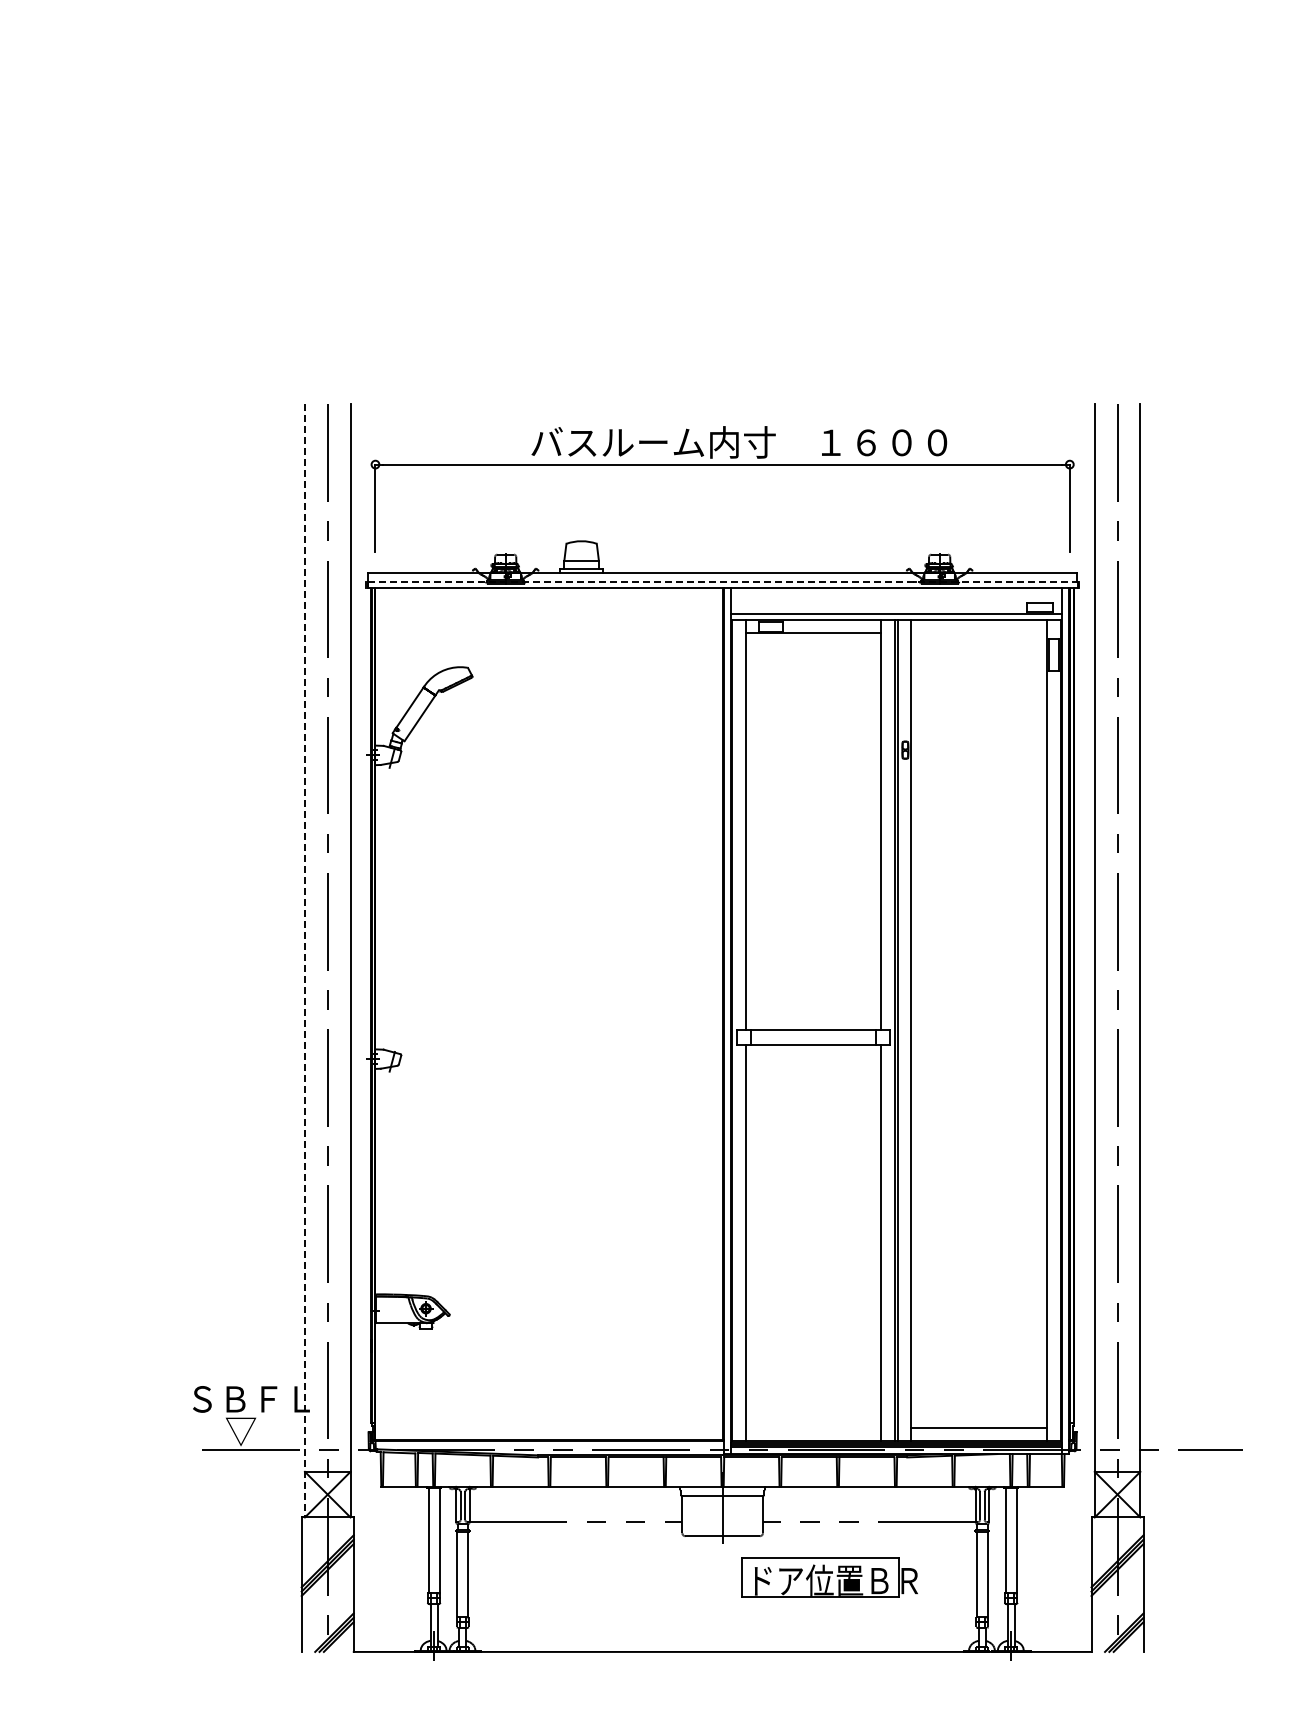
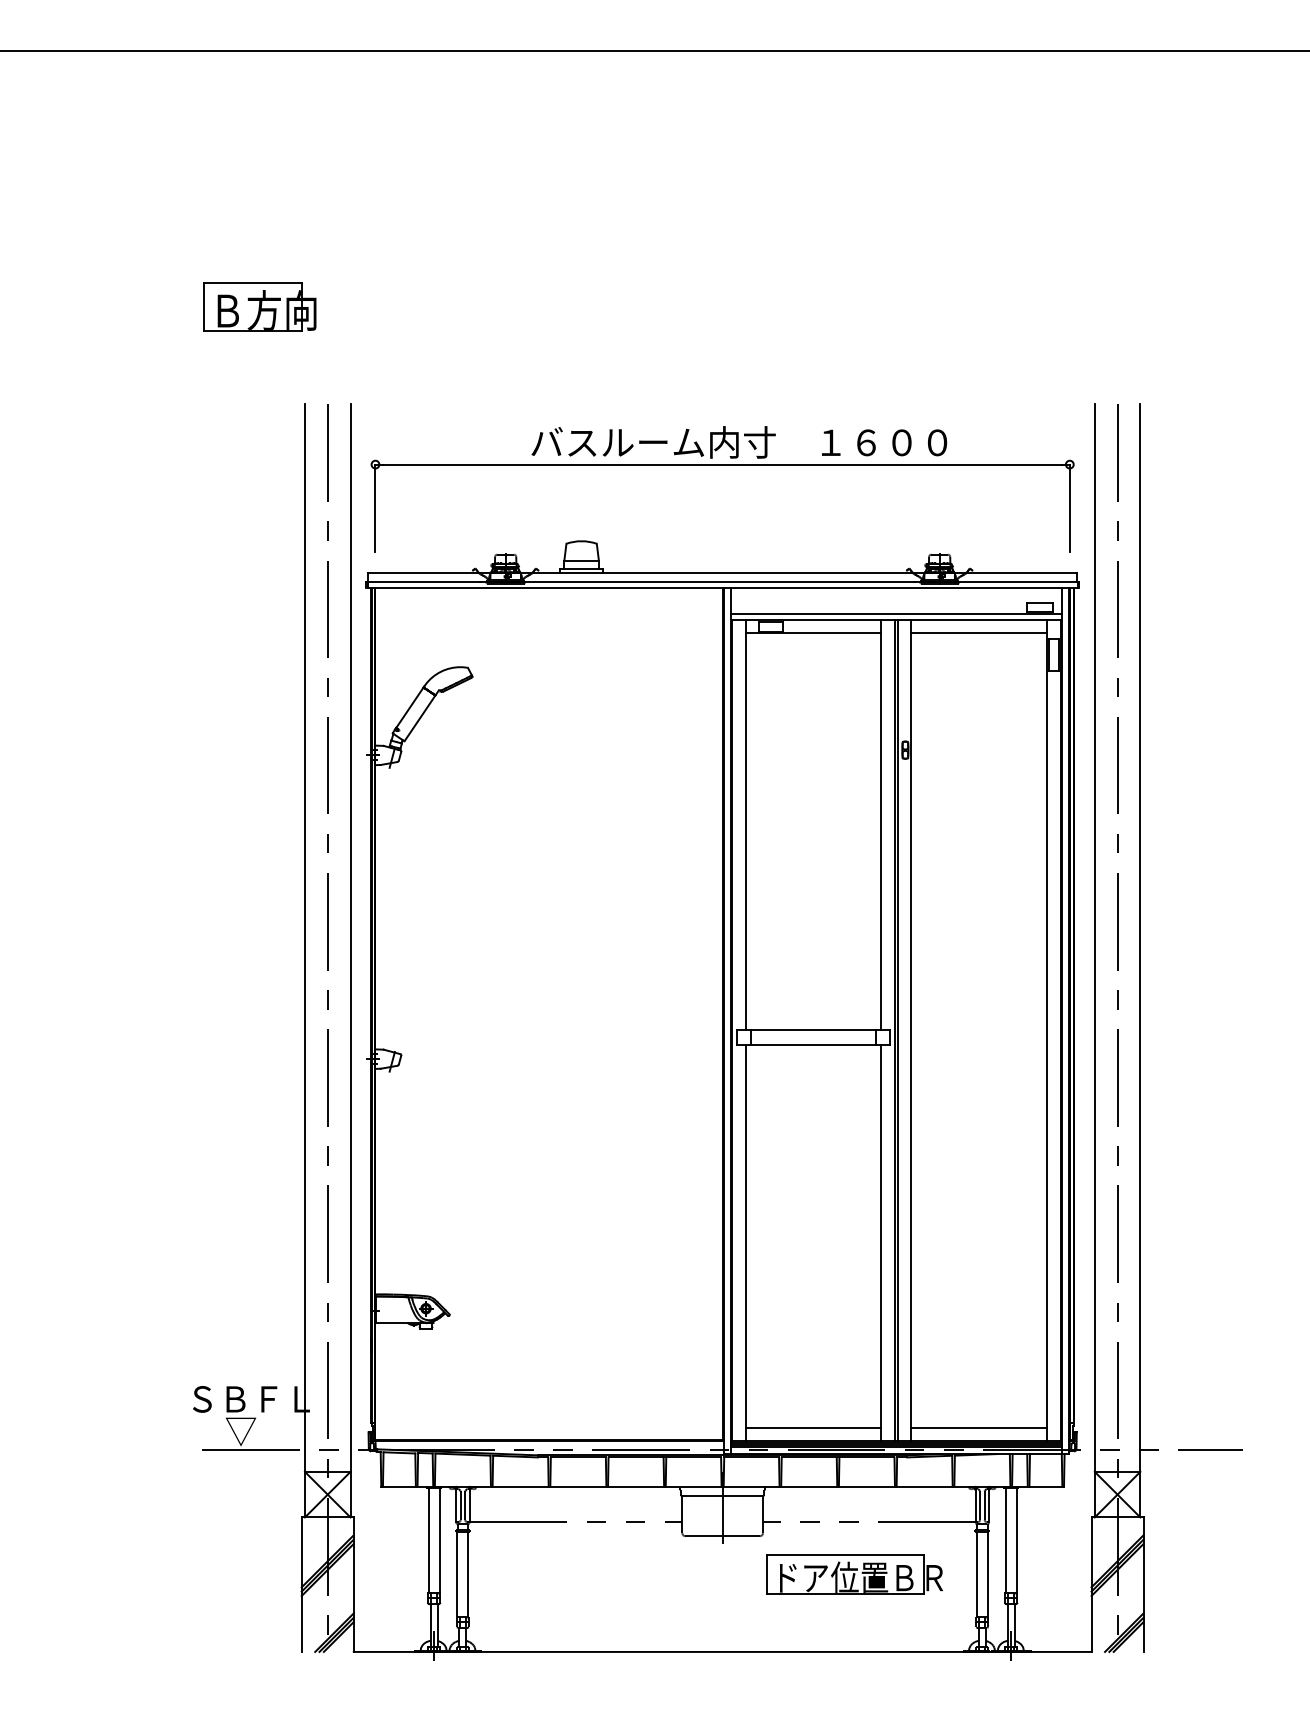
line at (654, 51): none -> present
part at (259, 306): none -> present
line at (722, 581): dashed -> solid
line at (978, 633): none -> present
line at (304, 960): dashed -> solid
line at (813, 1428): none -> present
part at (829, 1577) position: (829, 1577) -> (854, 1574)
